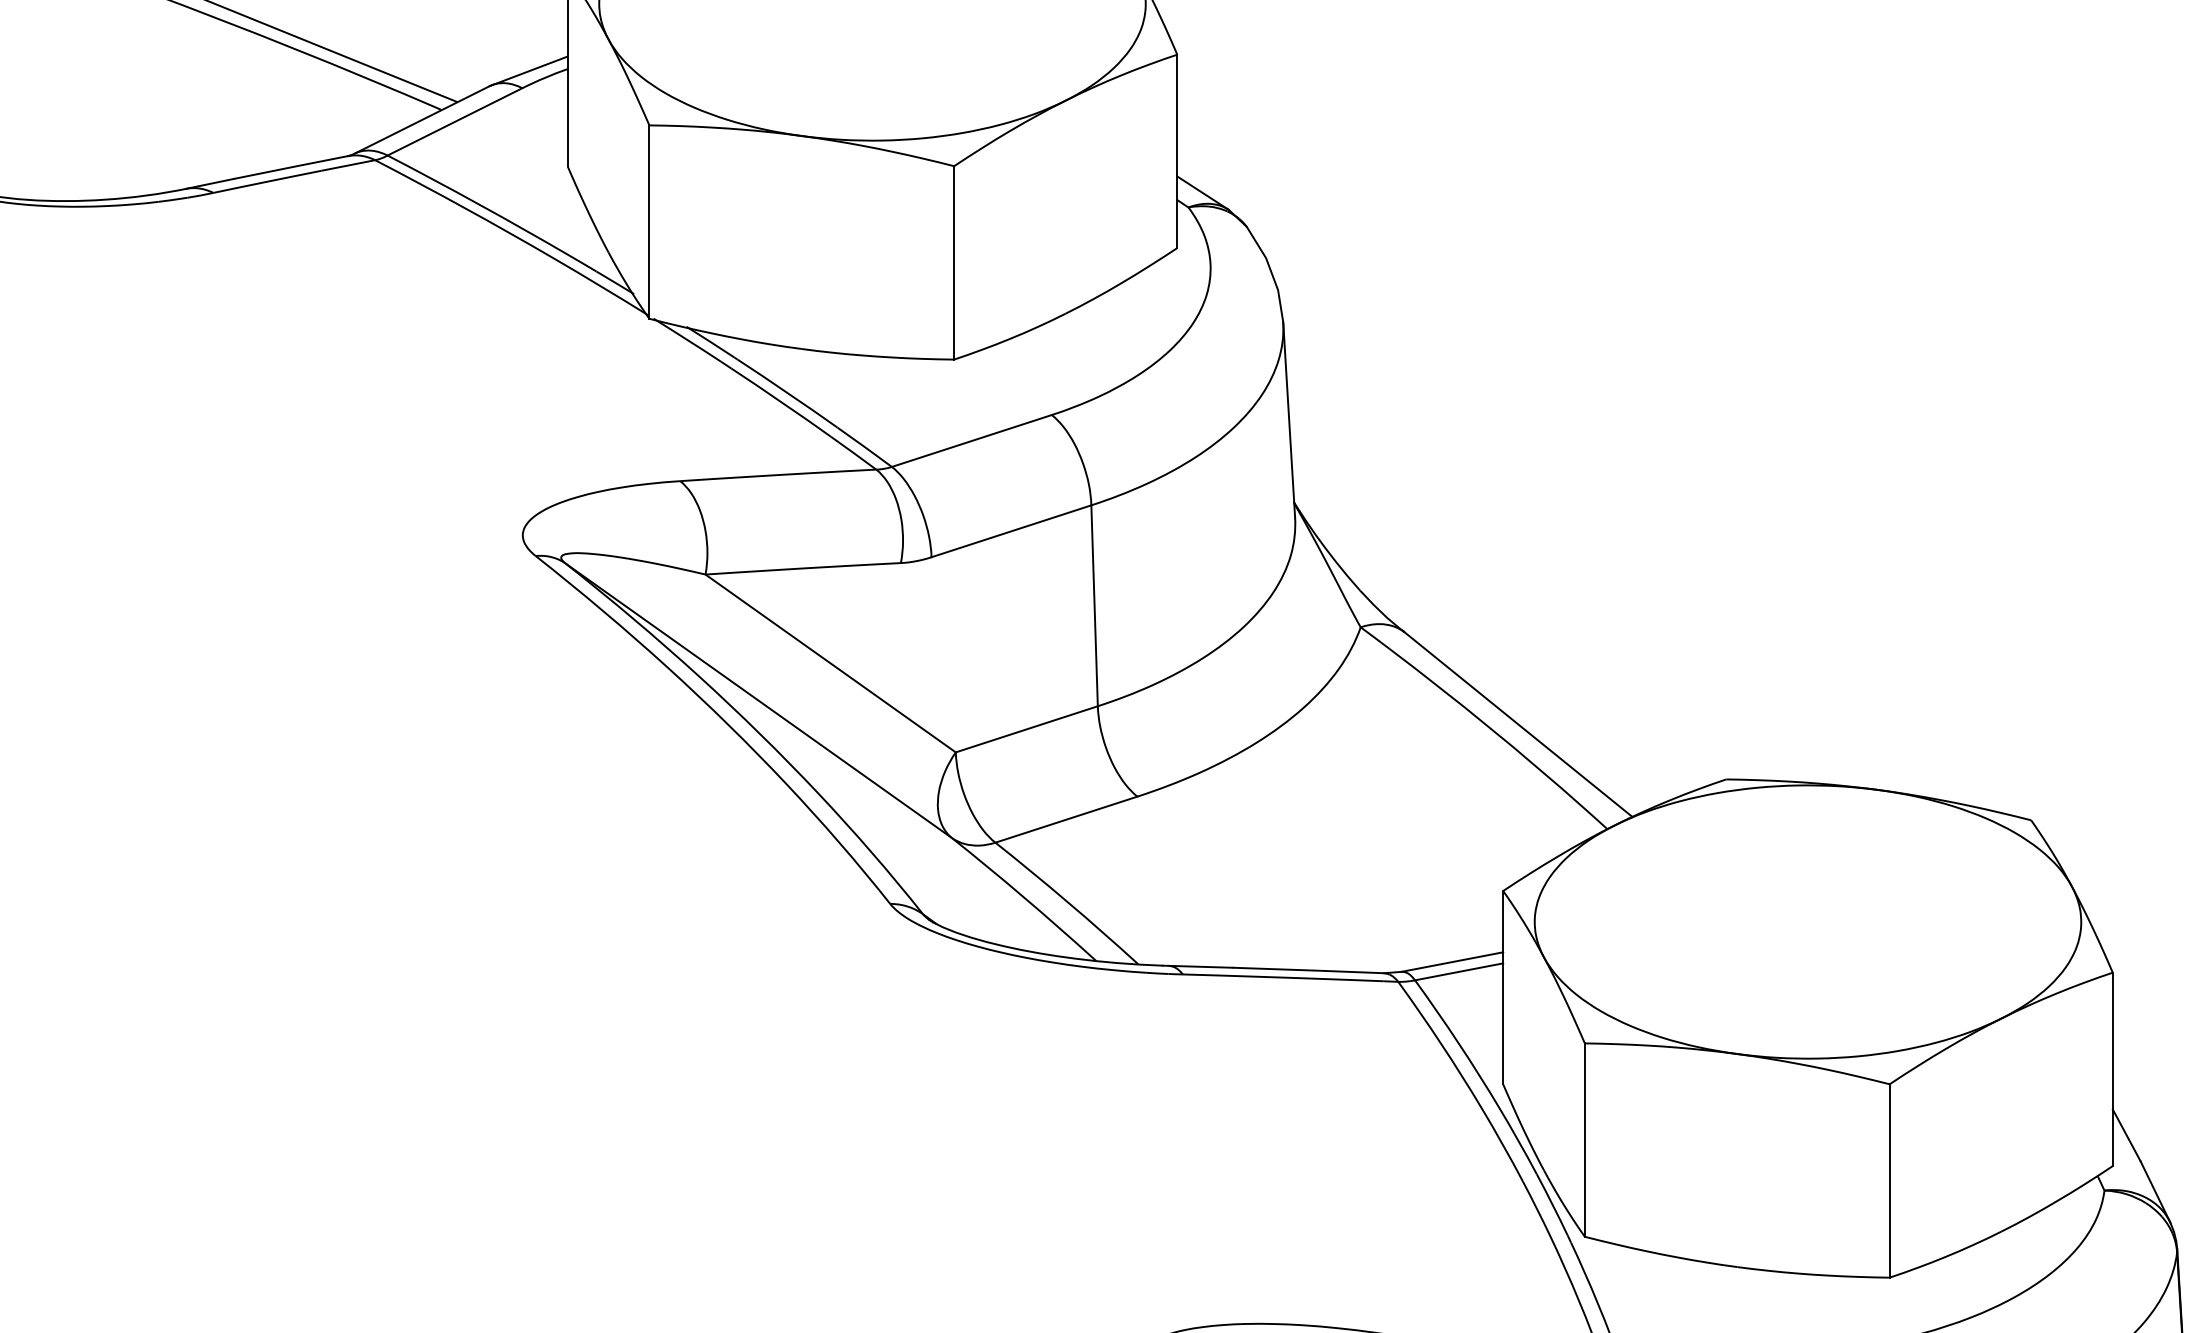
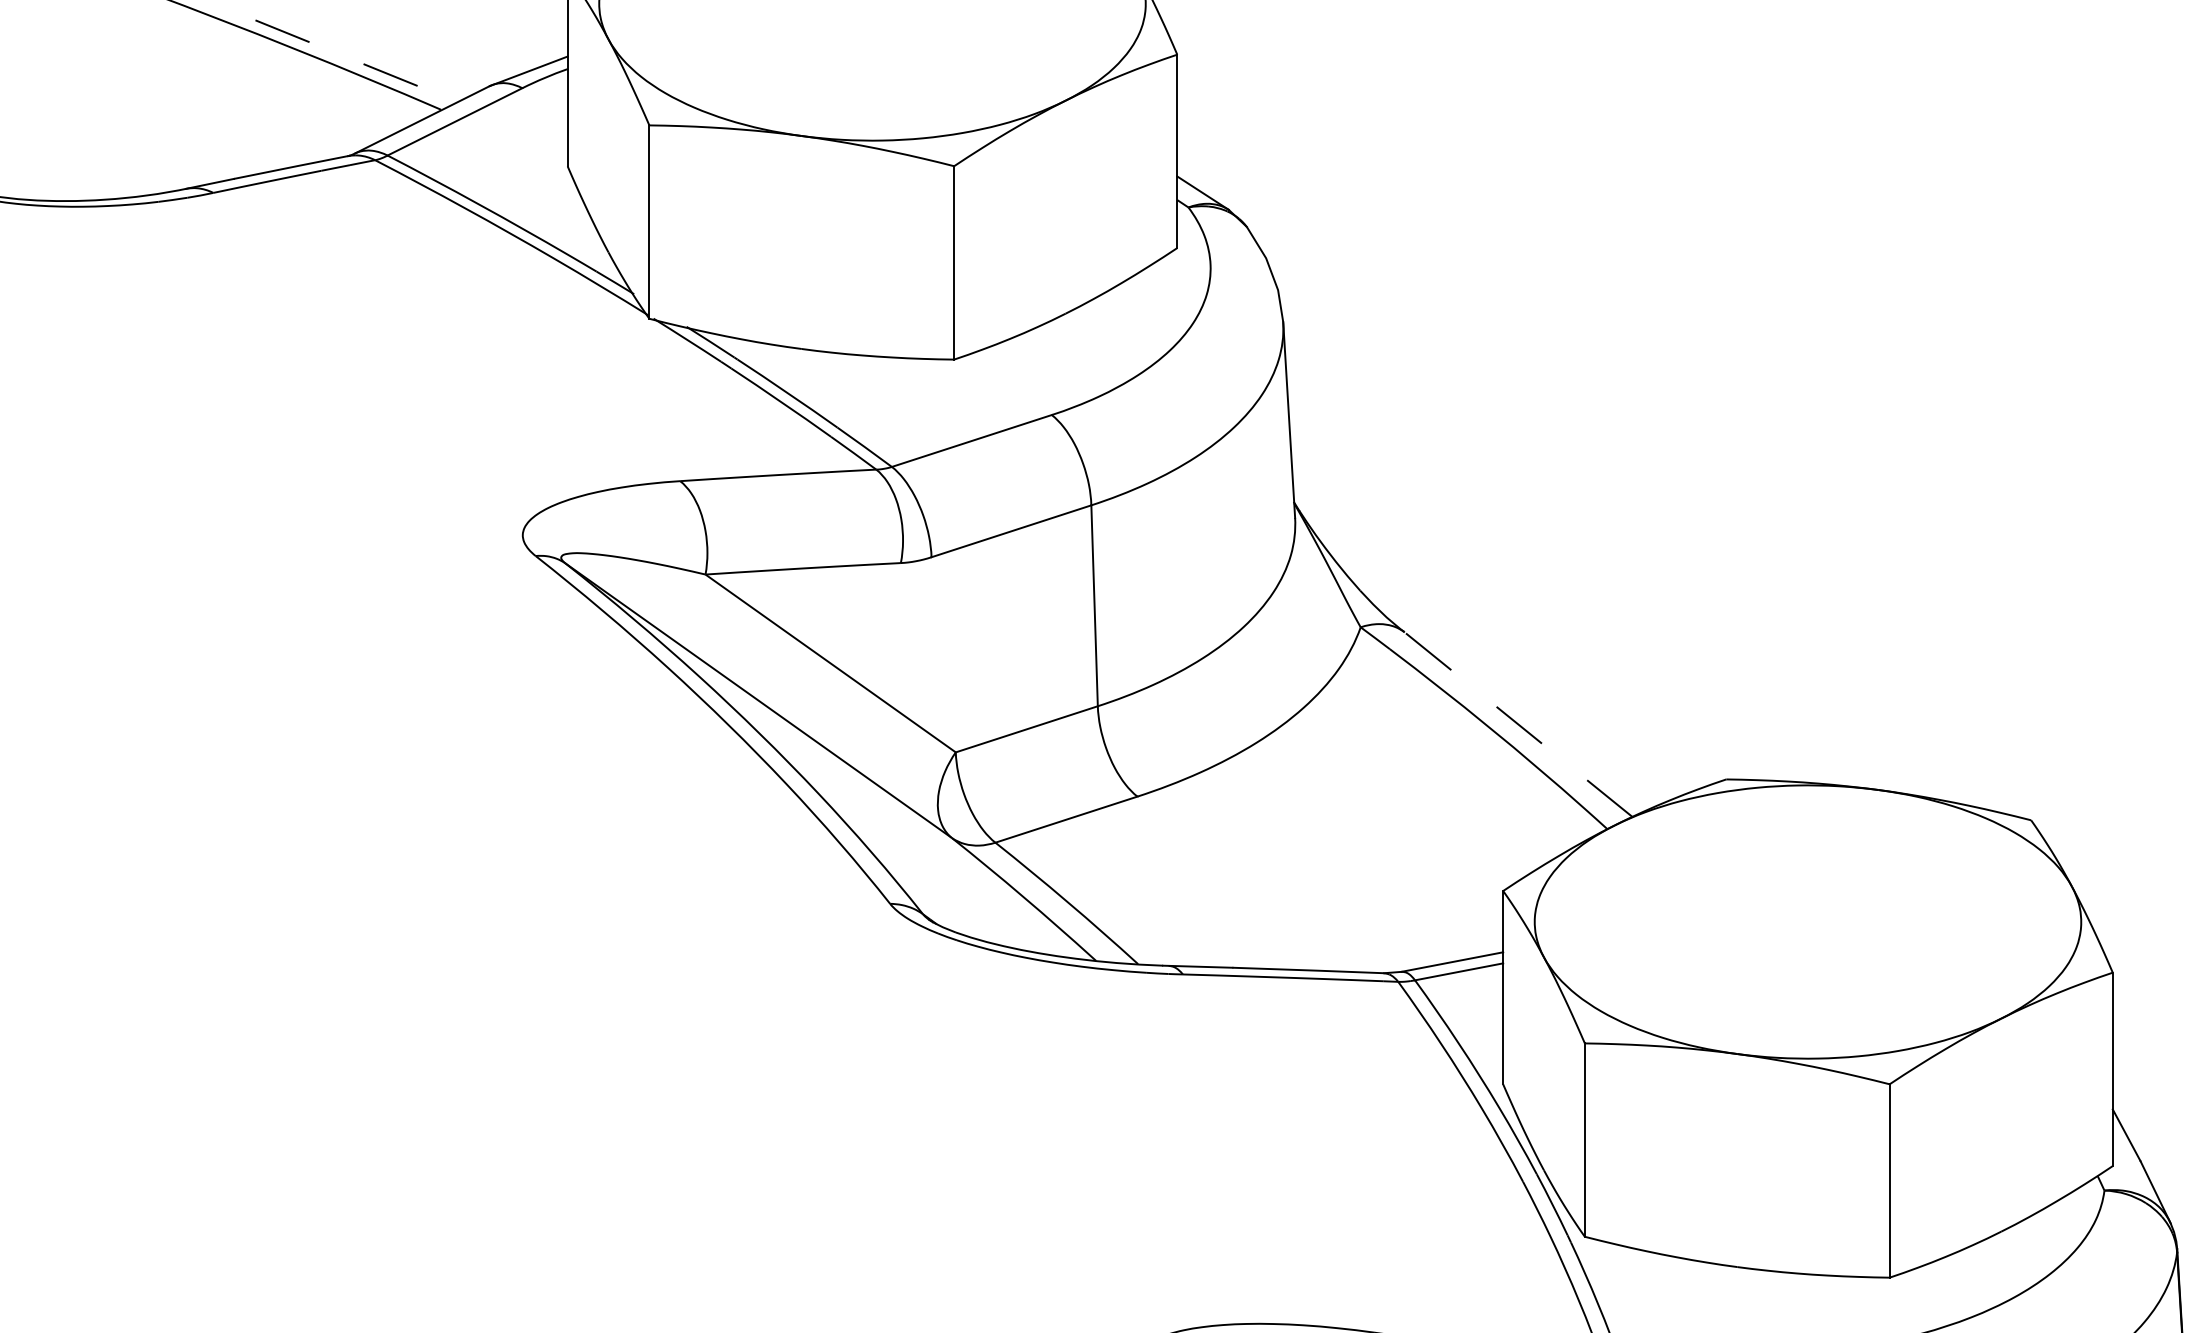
line at (331, 51): solid -> dashed
line at (1517, 724): solid -> dashed
